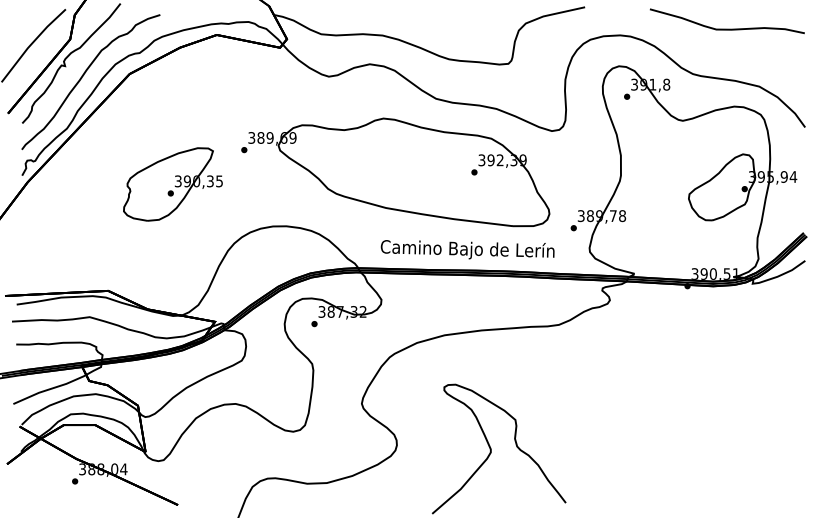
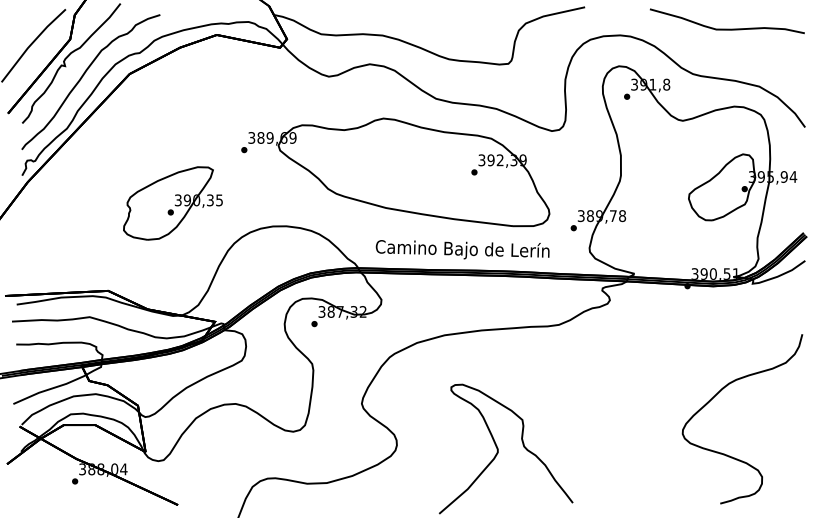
part at (172, 184) position: (172, 184) -> (172, 203)
text at (467, 249) position: (467, 249) -> (462, 249)
curve at (720, 392): none -> present
curve at (491, 448) position: (491, 448) -> (498, 448)
